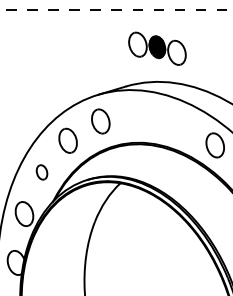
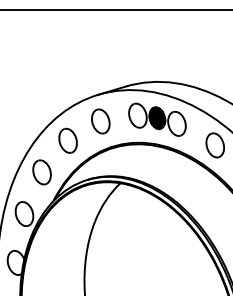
line at (116, 9): dashed -> solid
part at (157, 48) position: (157, 48) -> (157, 119)
part at (41, 172) size: 14x17 px -> 20x27 px
